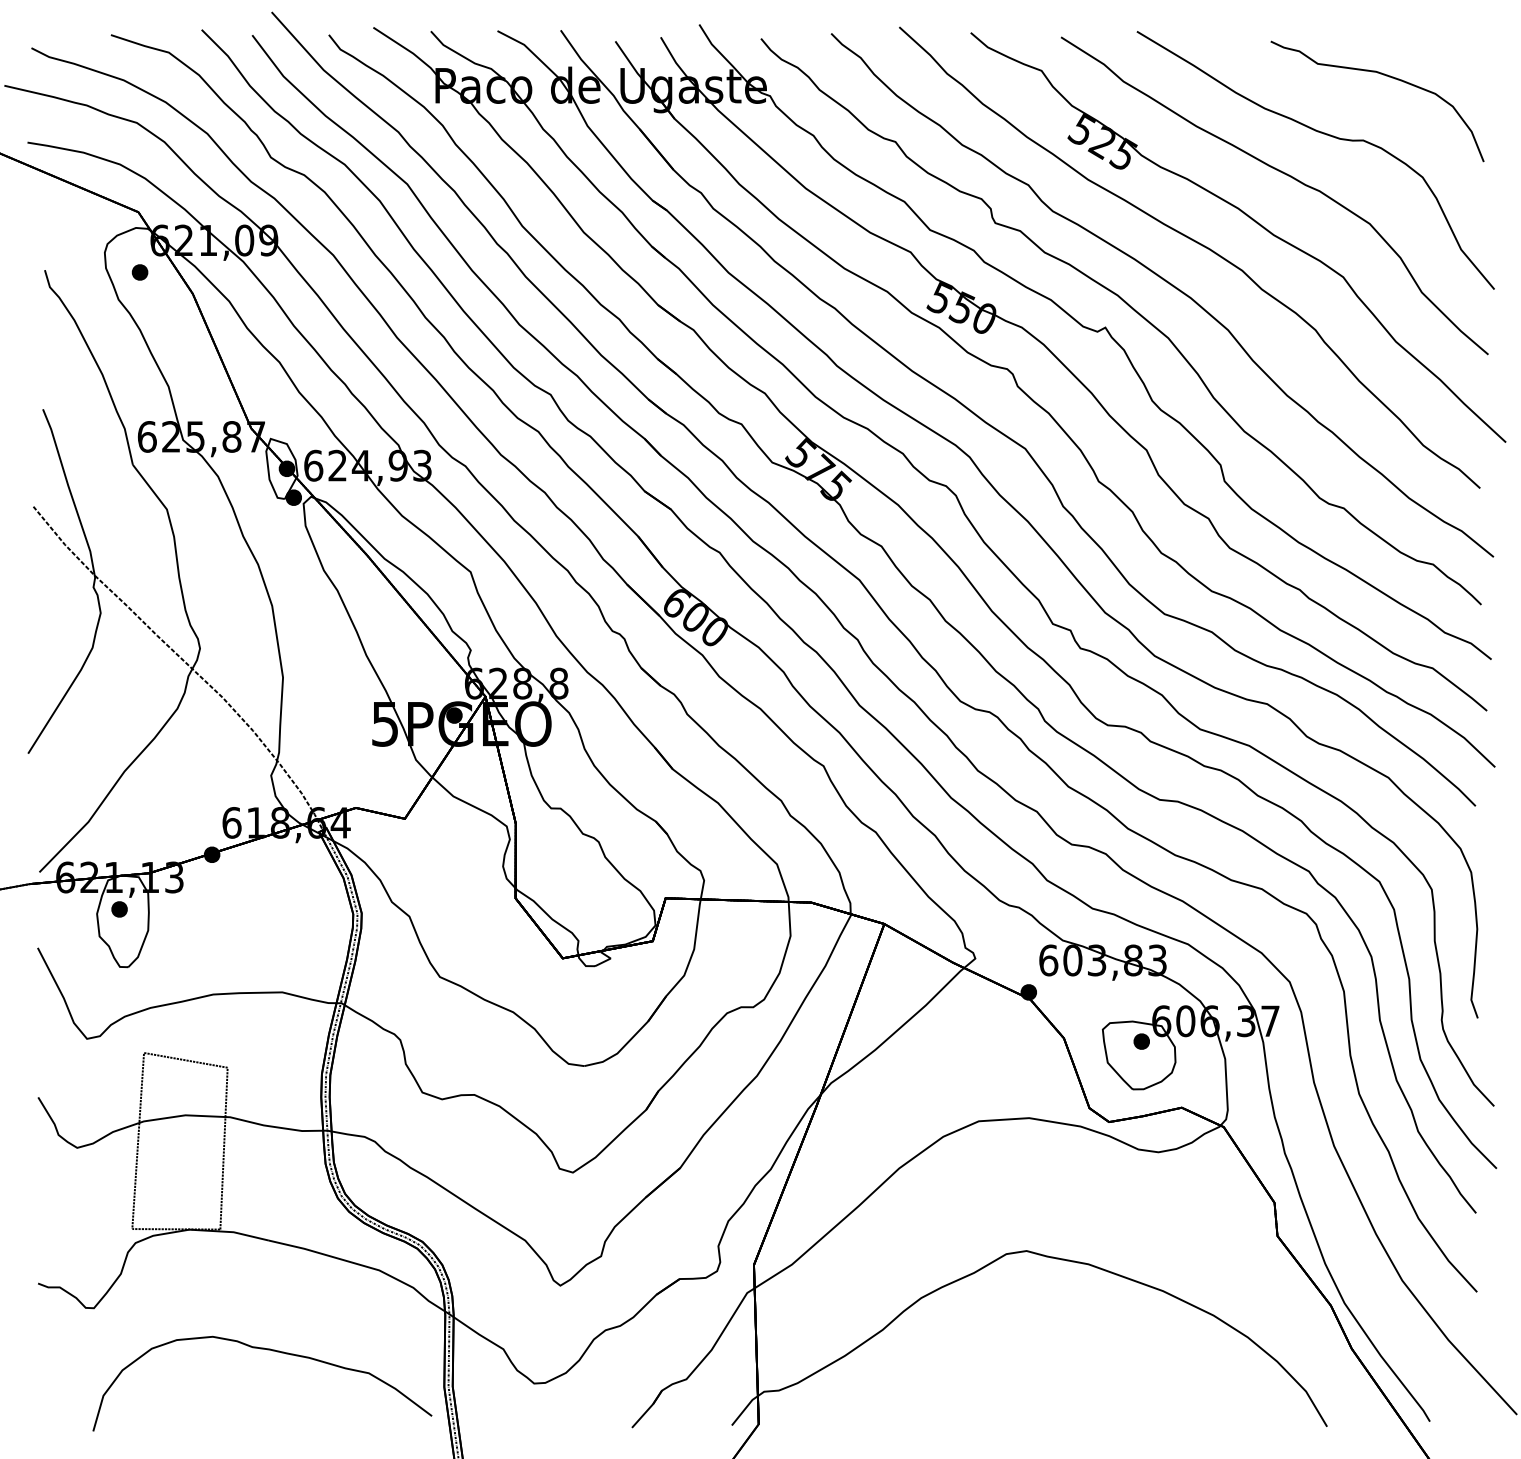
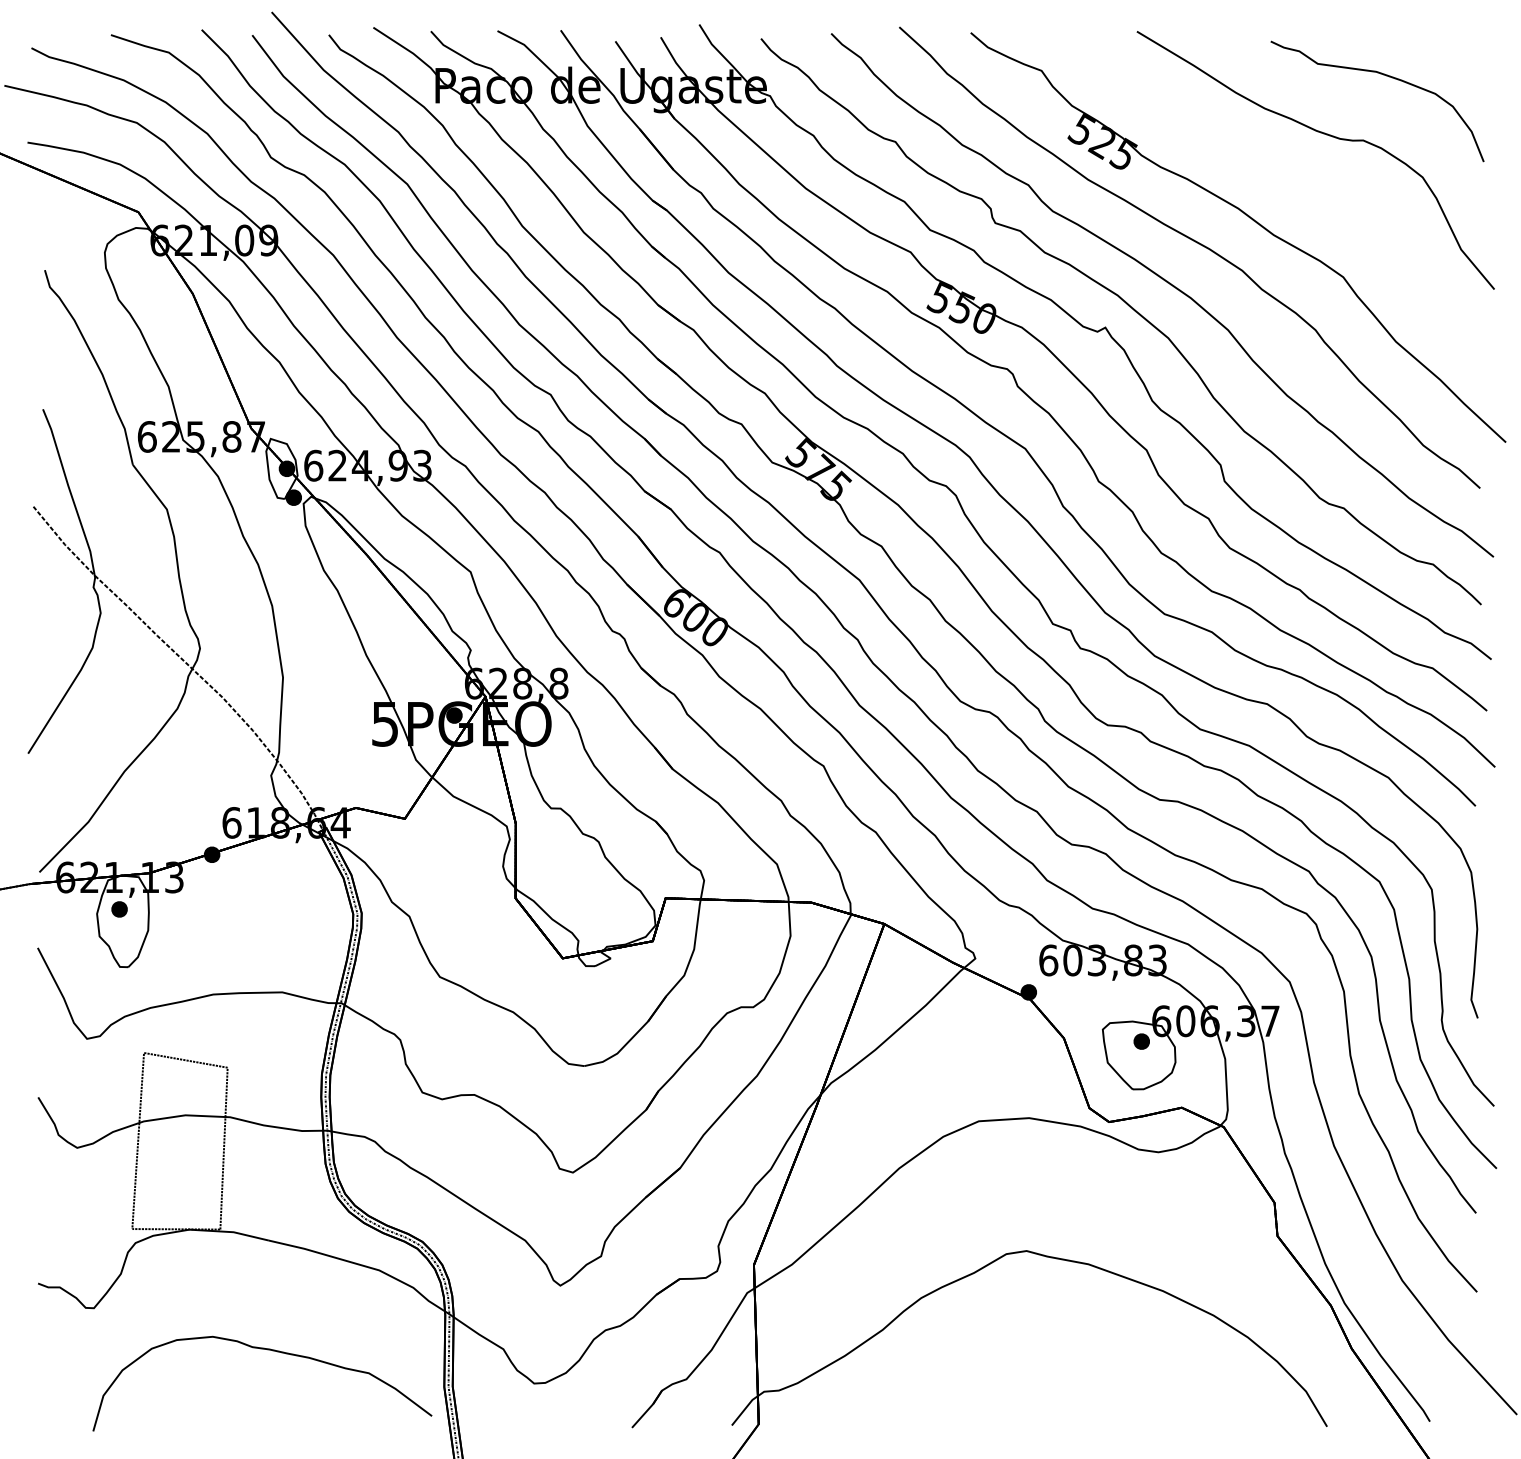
part at (1284, 174): present -> none
part at (139, 272): present -> none
